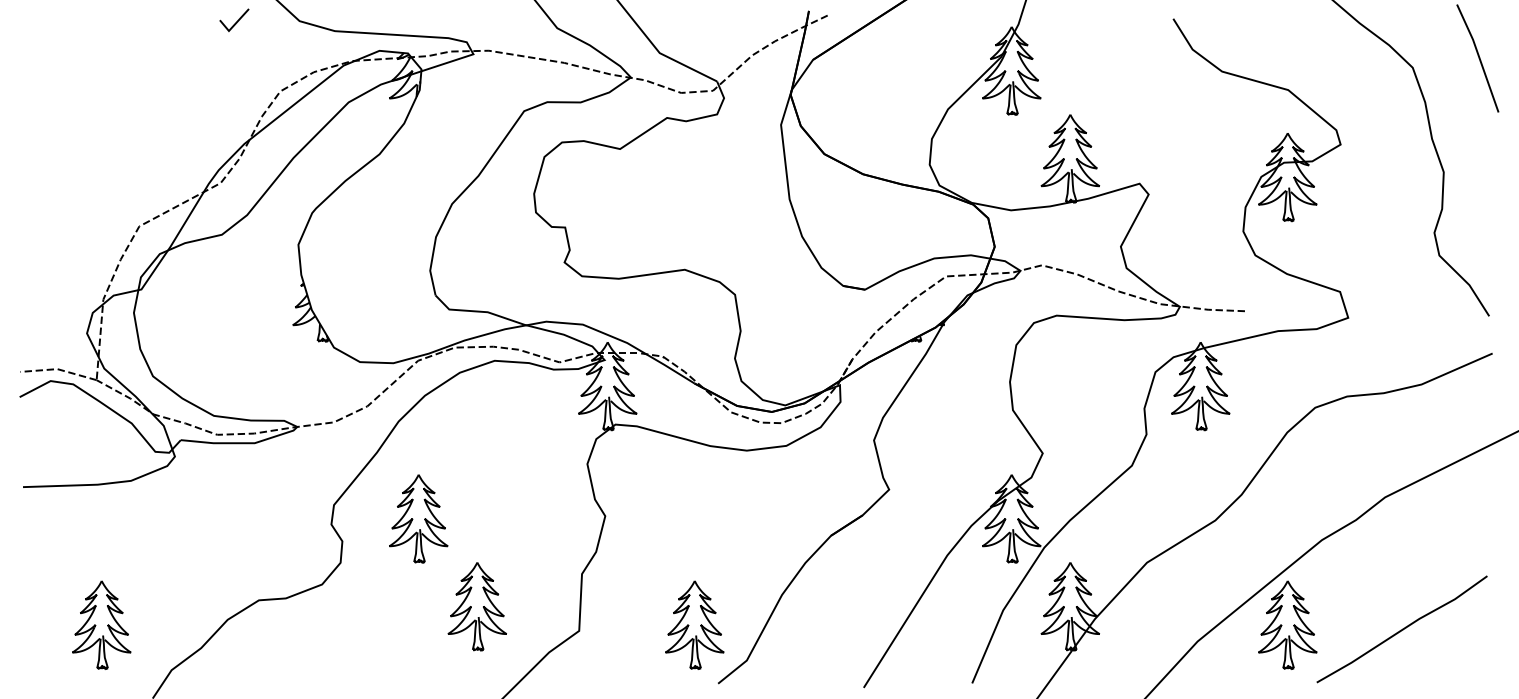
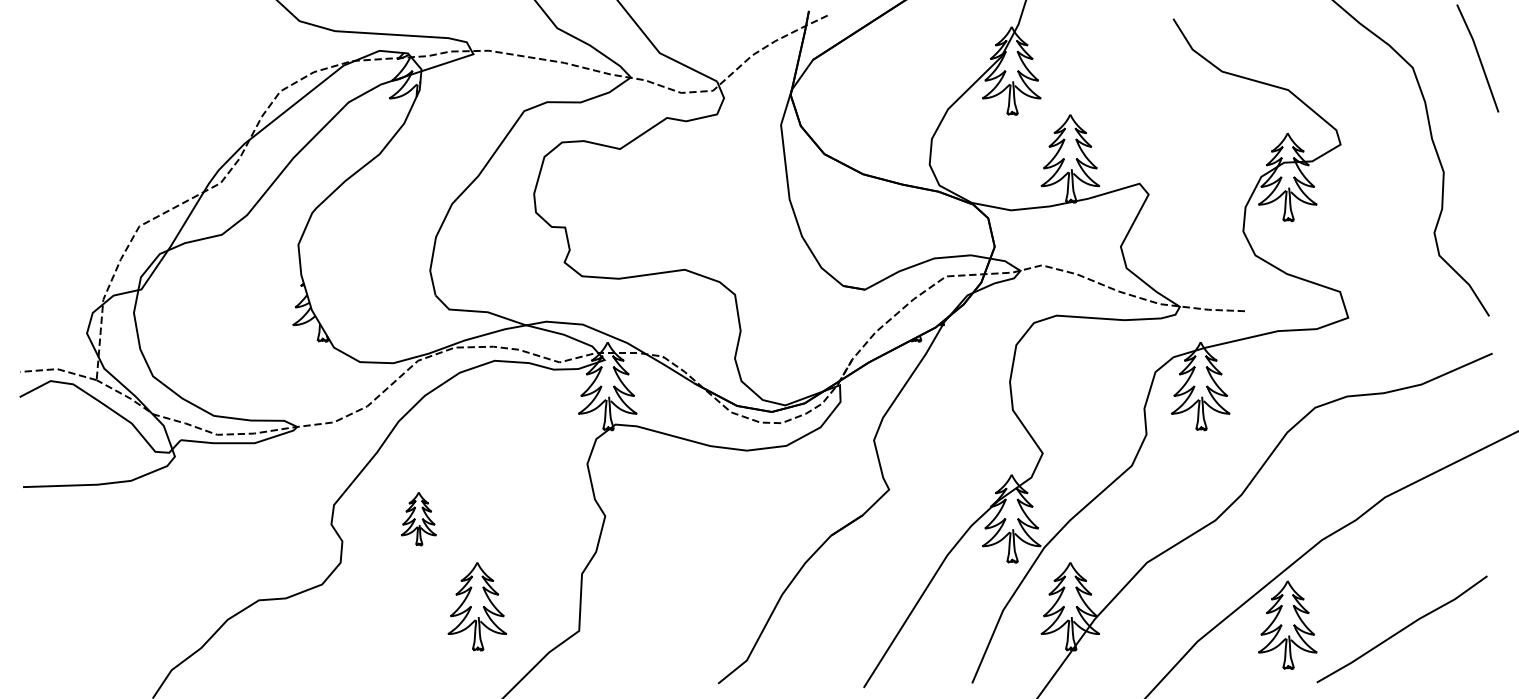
line at (236, 21): present -> none
part at (418, 518) size: 60x90 px -> 36x55 px
part at (101, 624): present -> none
part at (694, 624): present -> none
